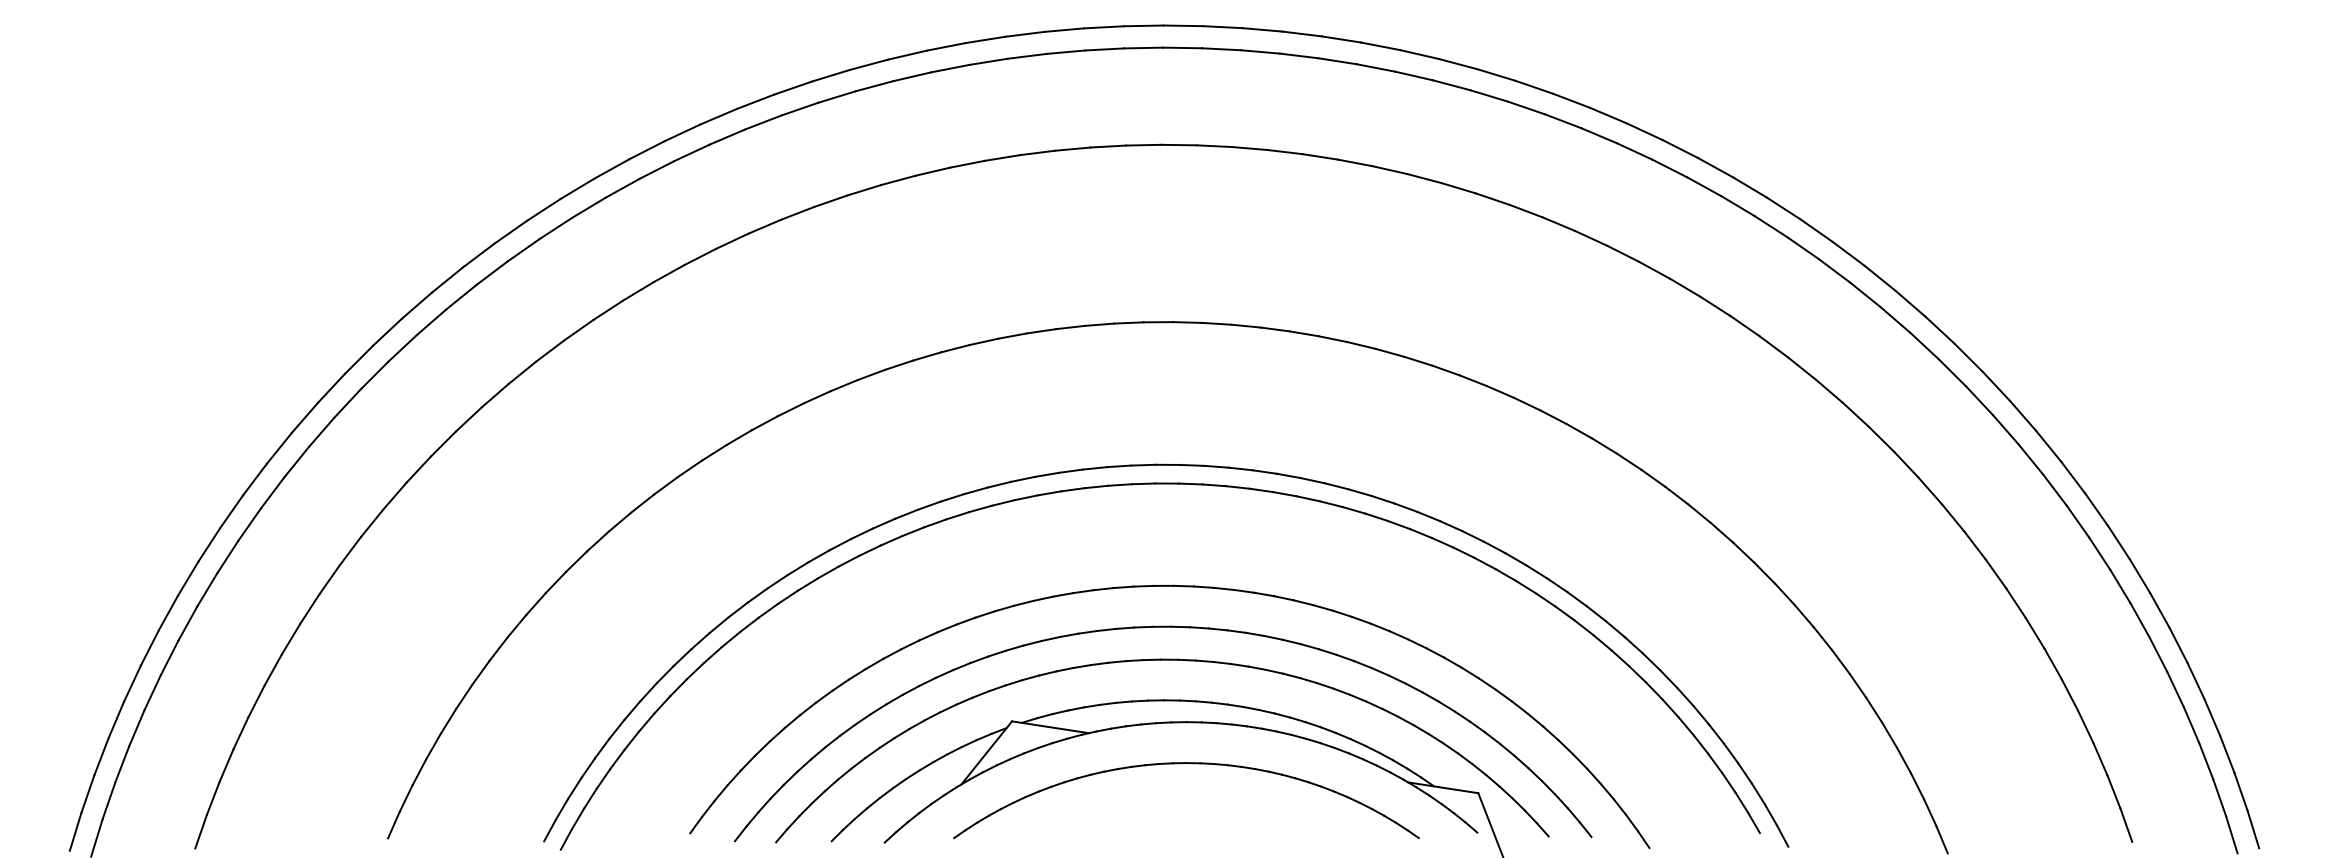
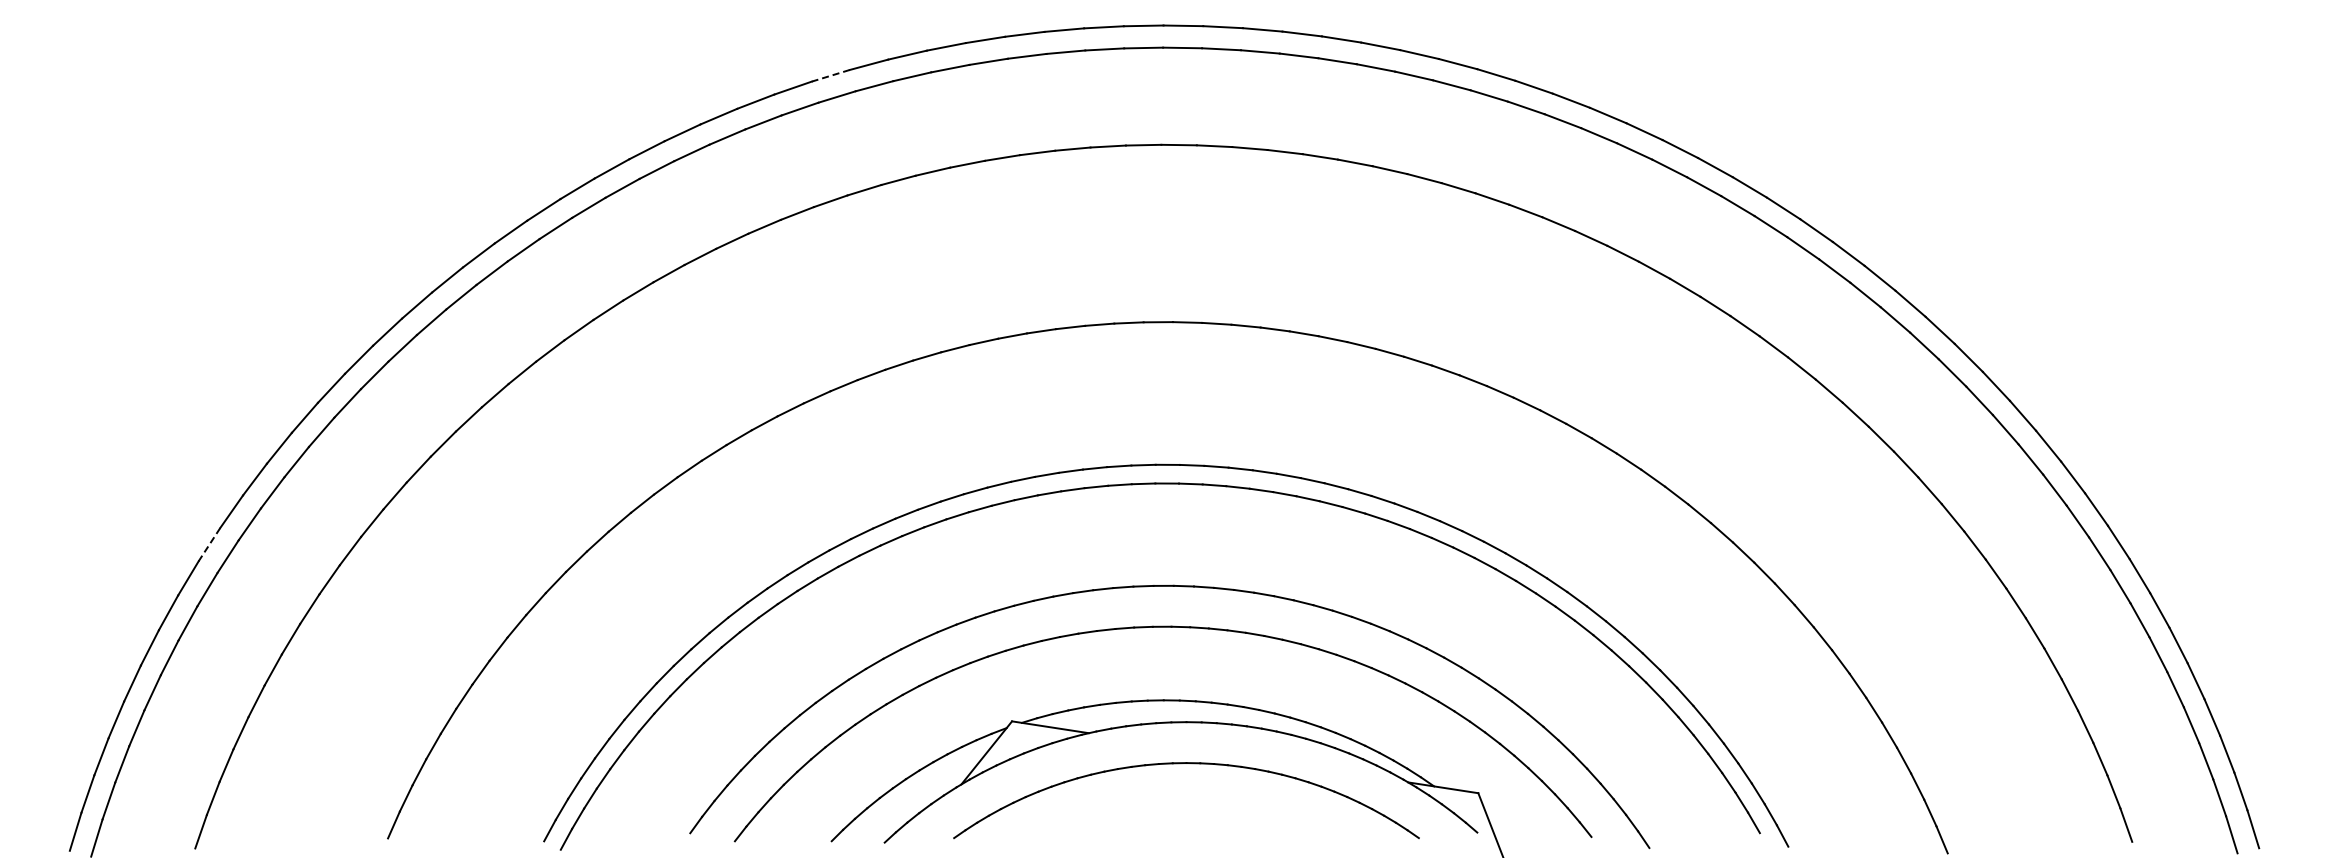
line at (830, 75): solid -> dashed
line at (209, 544): solid -> dashed
part at (1162, 660): present -> none
